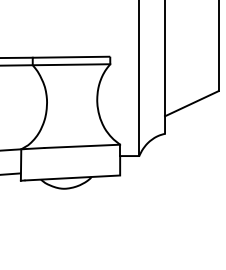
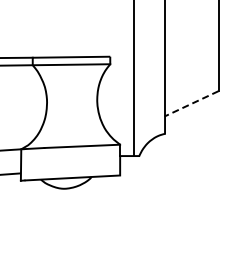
line at (139, 79) position: (139, 79) -> (134, 79)
line at (191, 103): solid -> dashed
